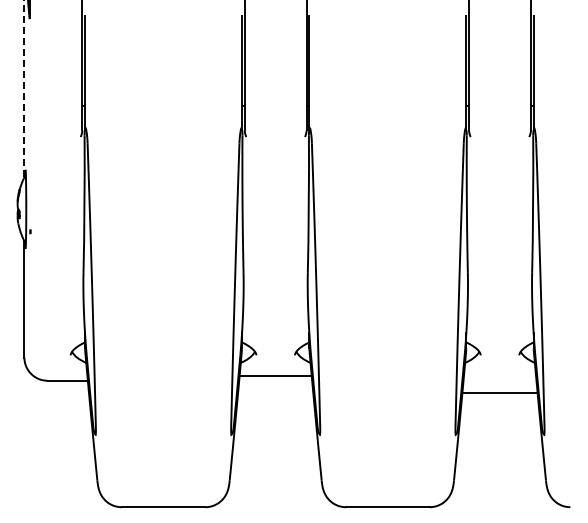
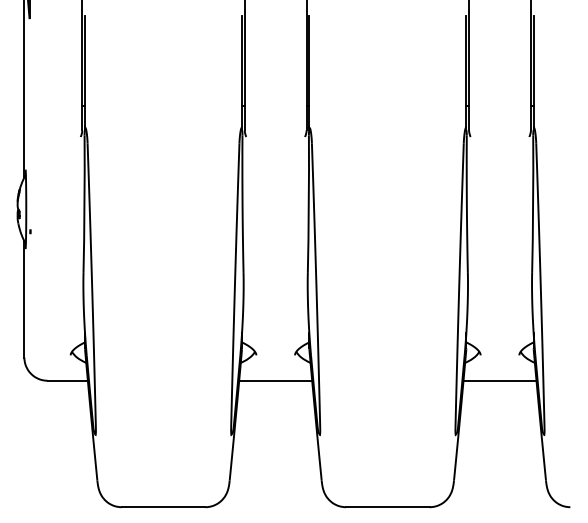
line at (24, 88): dashed -> solid
line at (275, 375) position: (275, 375) -> (275, 380)
line at (499, 392) position: (499, 392) -> (499, 380)
